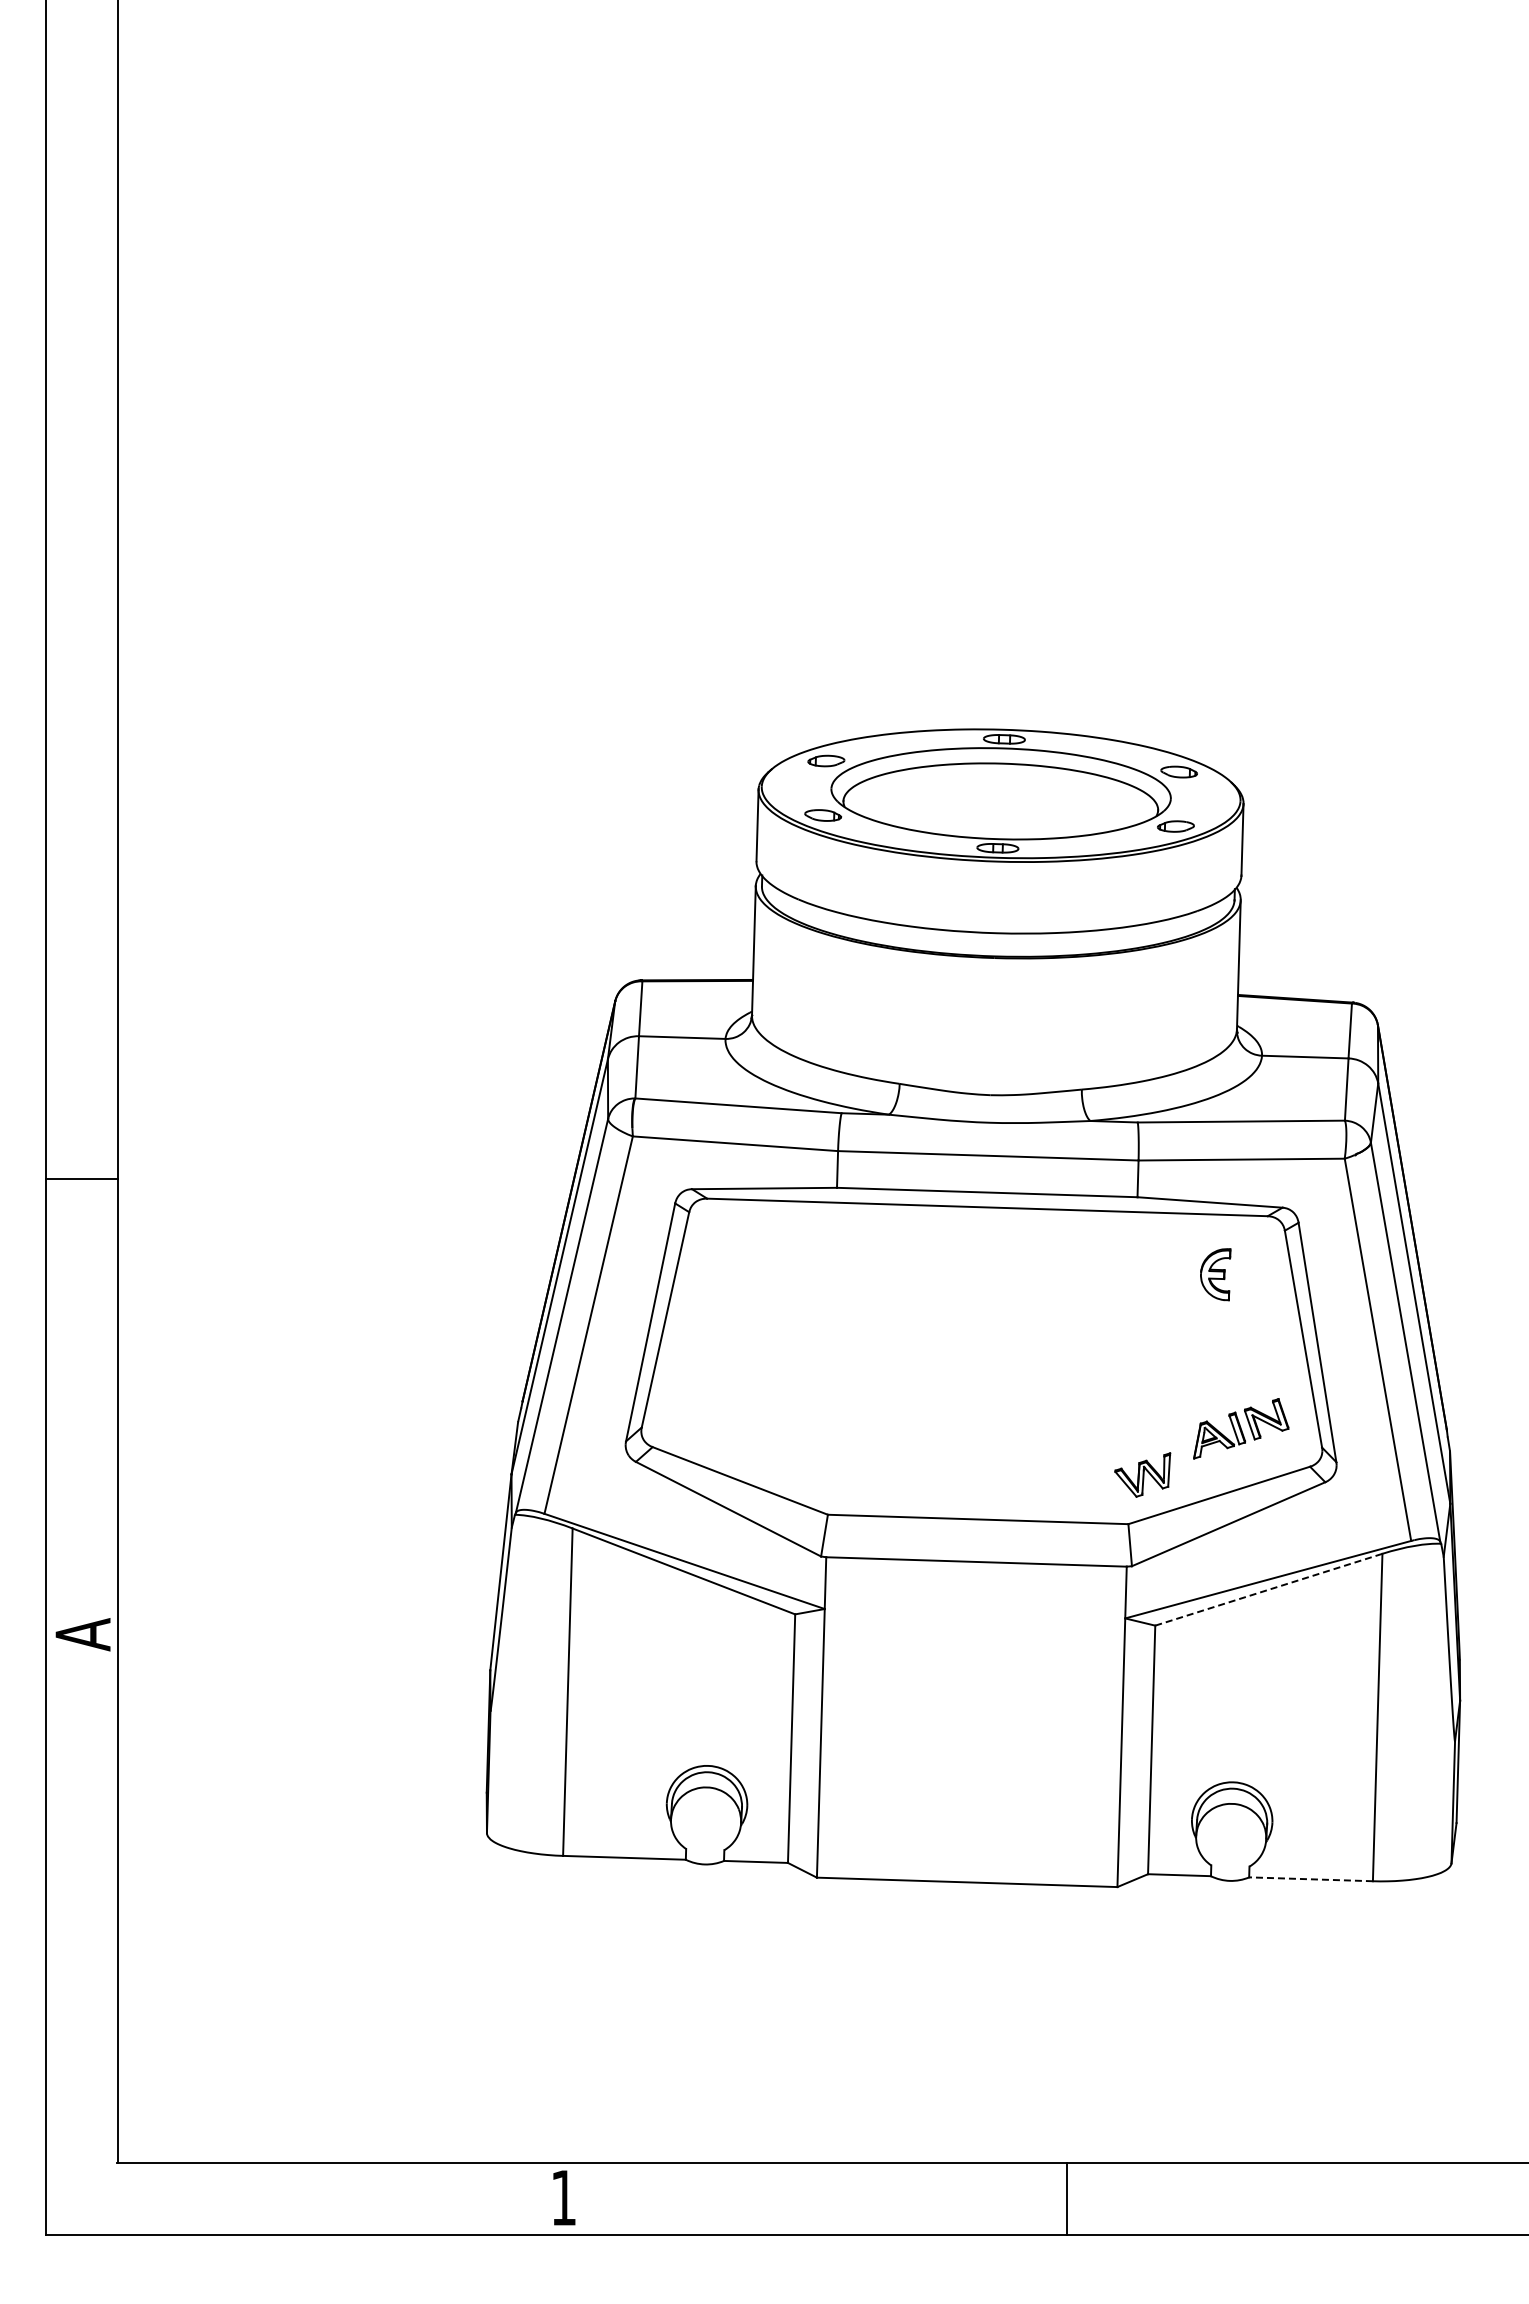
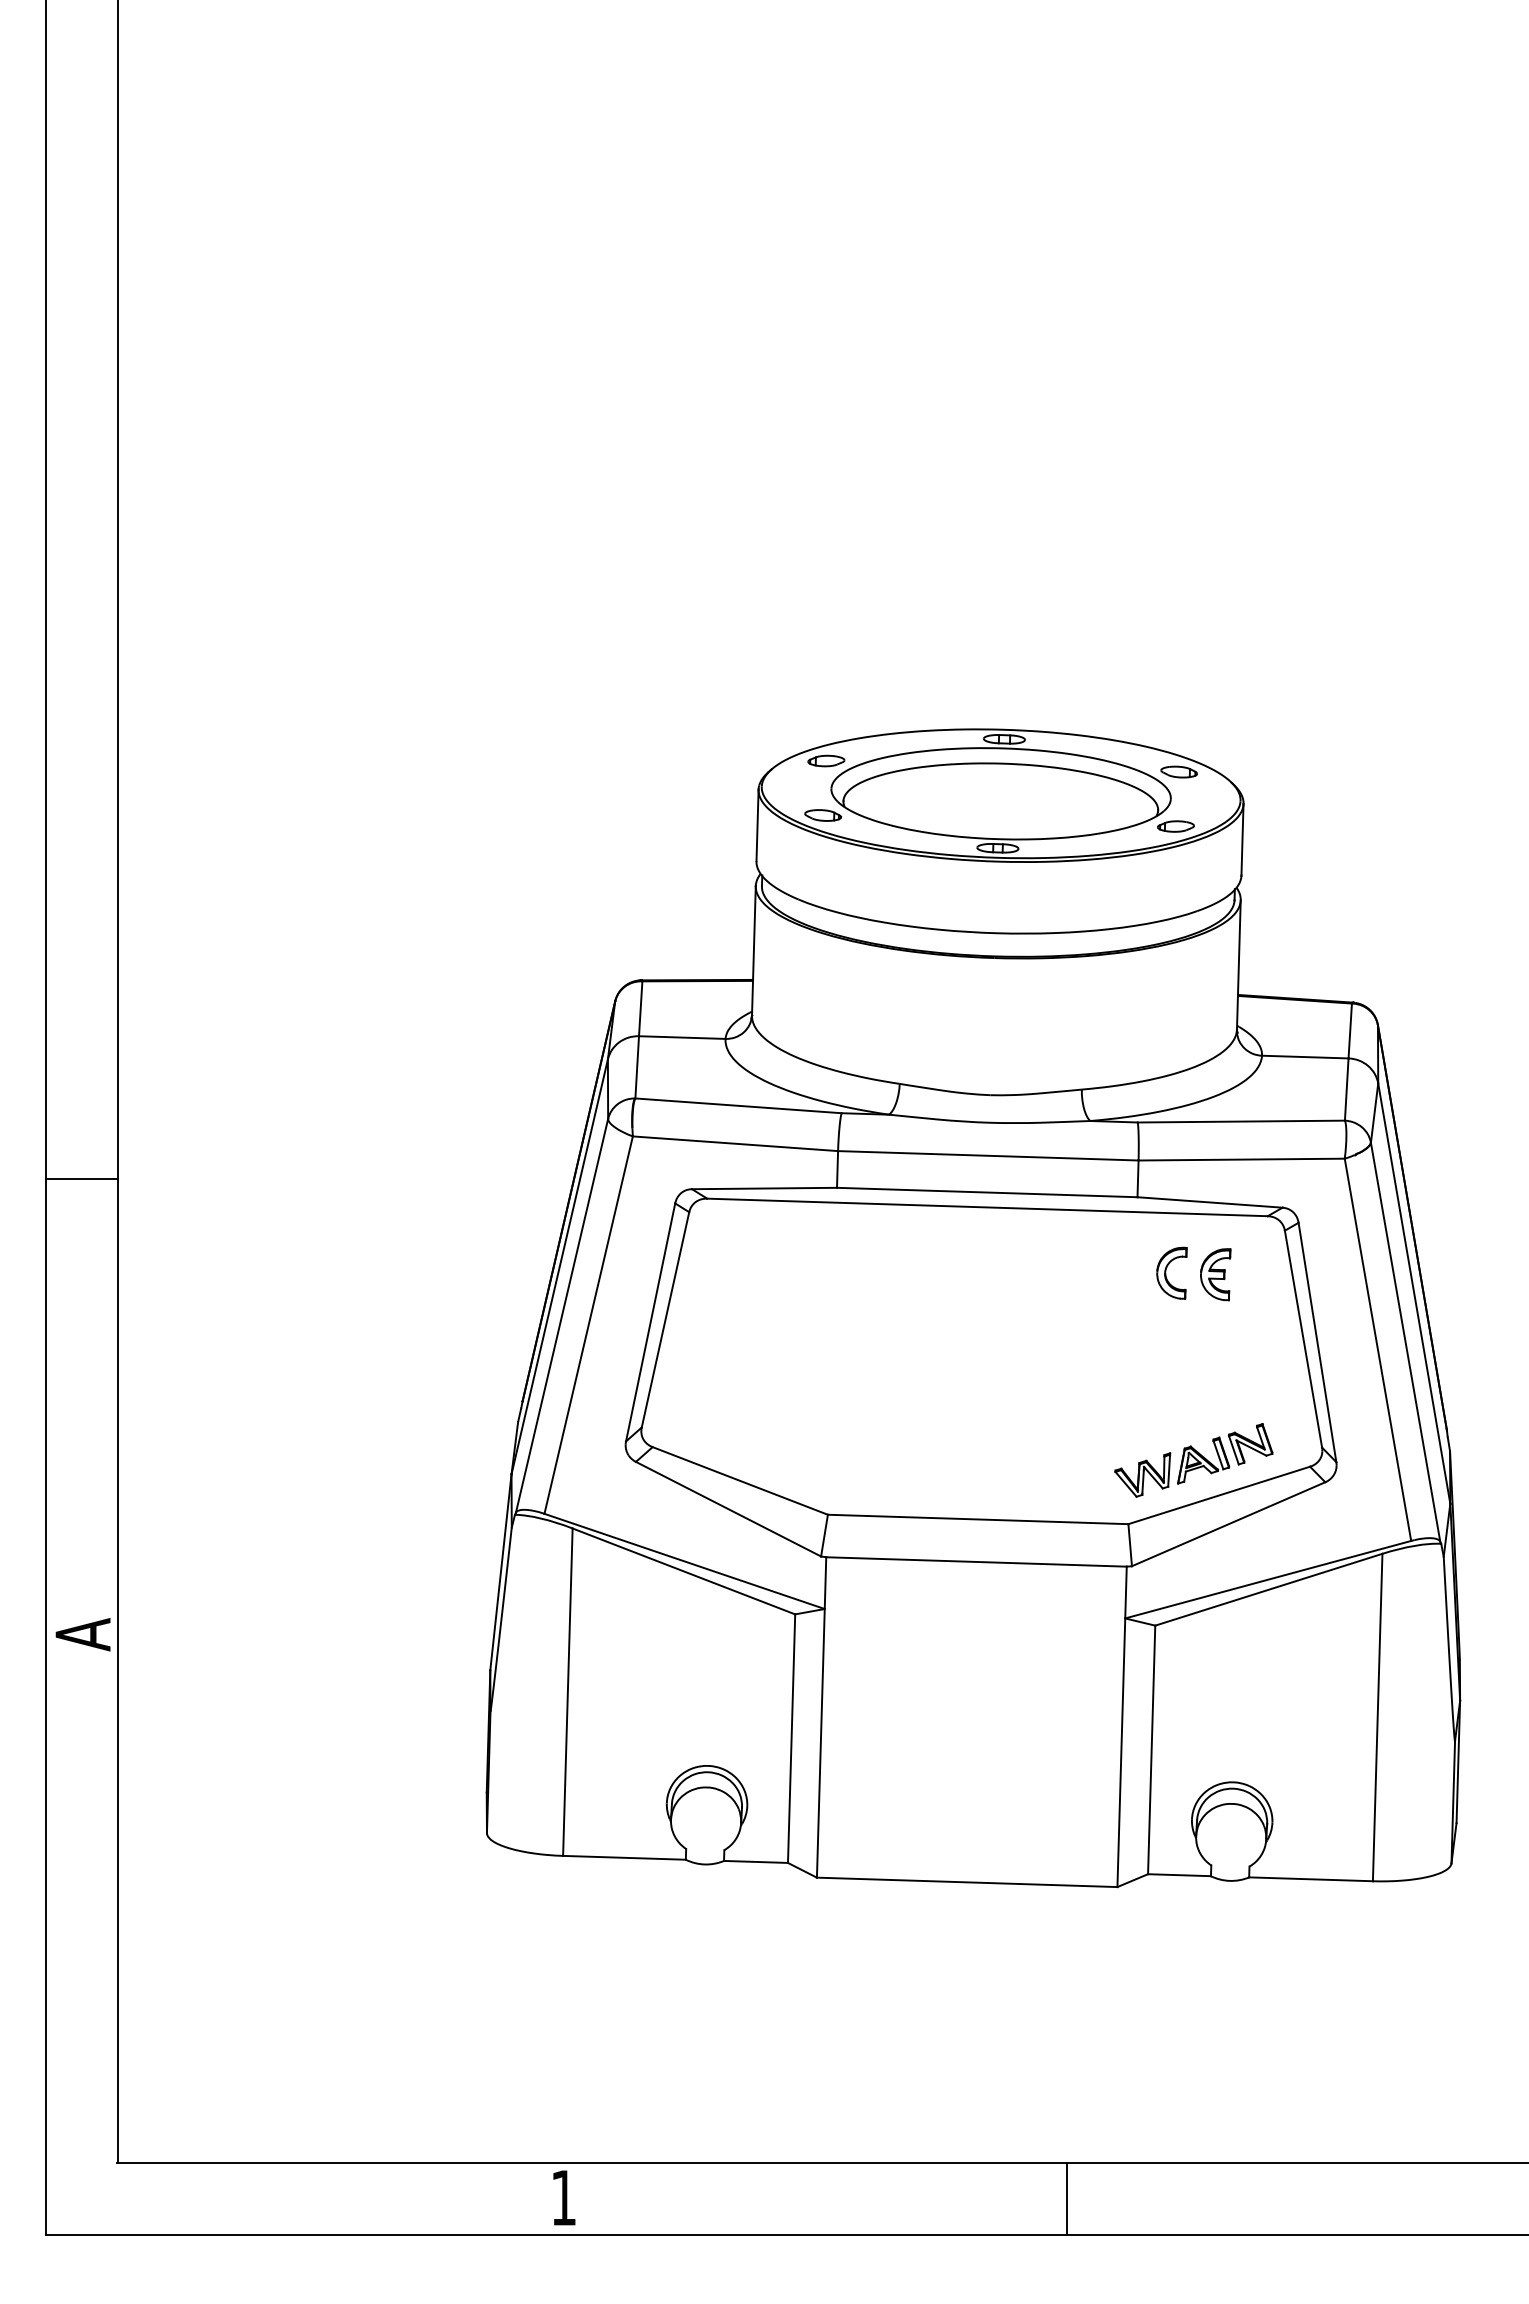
part at (1171, 1272): none -> present
part at (1241, 1428) position: (1241, 1428) -> (1225, 1453)
line at (1269, 1589): dashed -> solid
line at (1311, 1879): dashed -> solid
